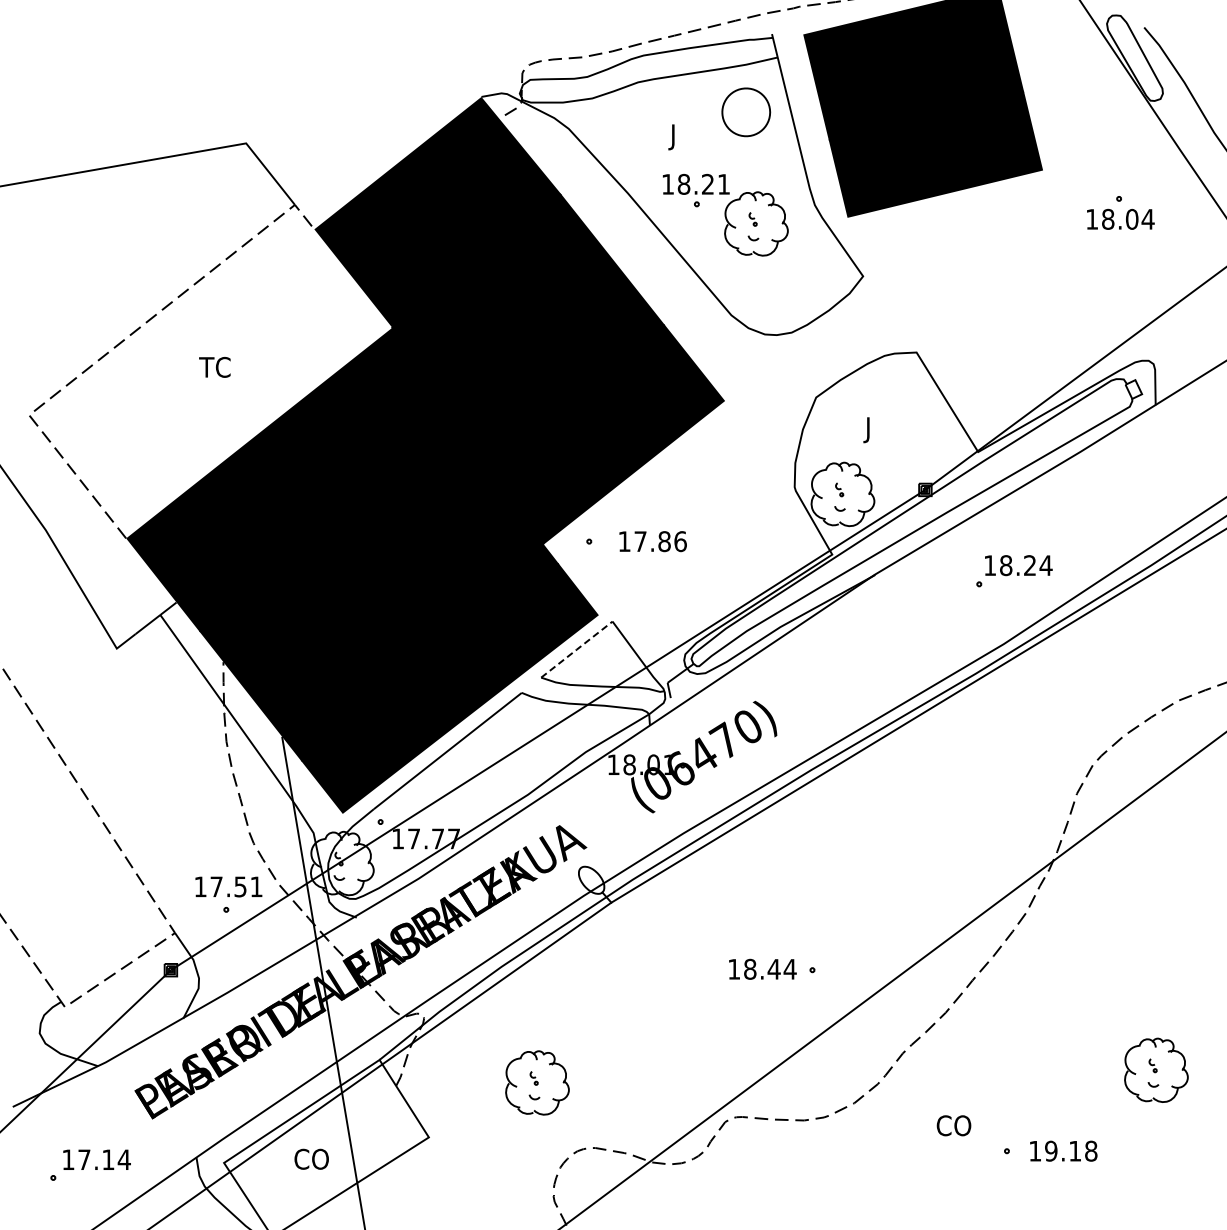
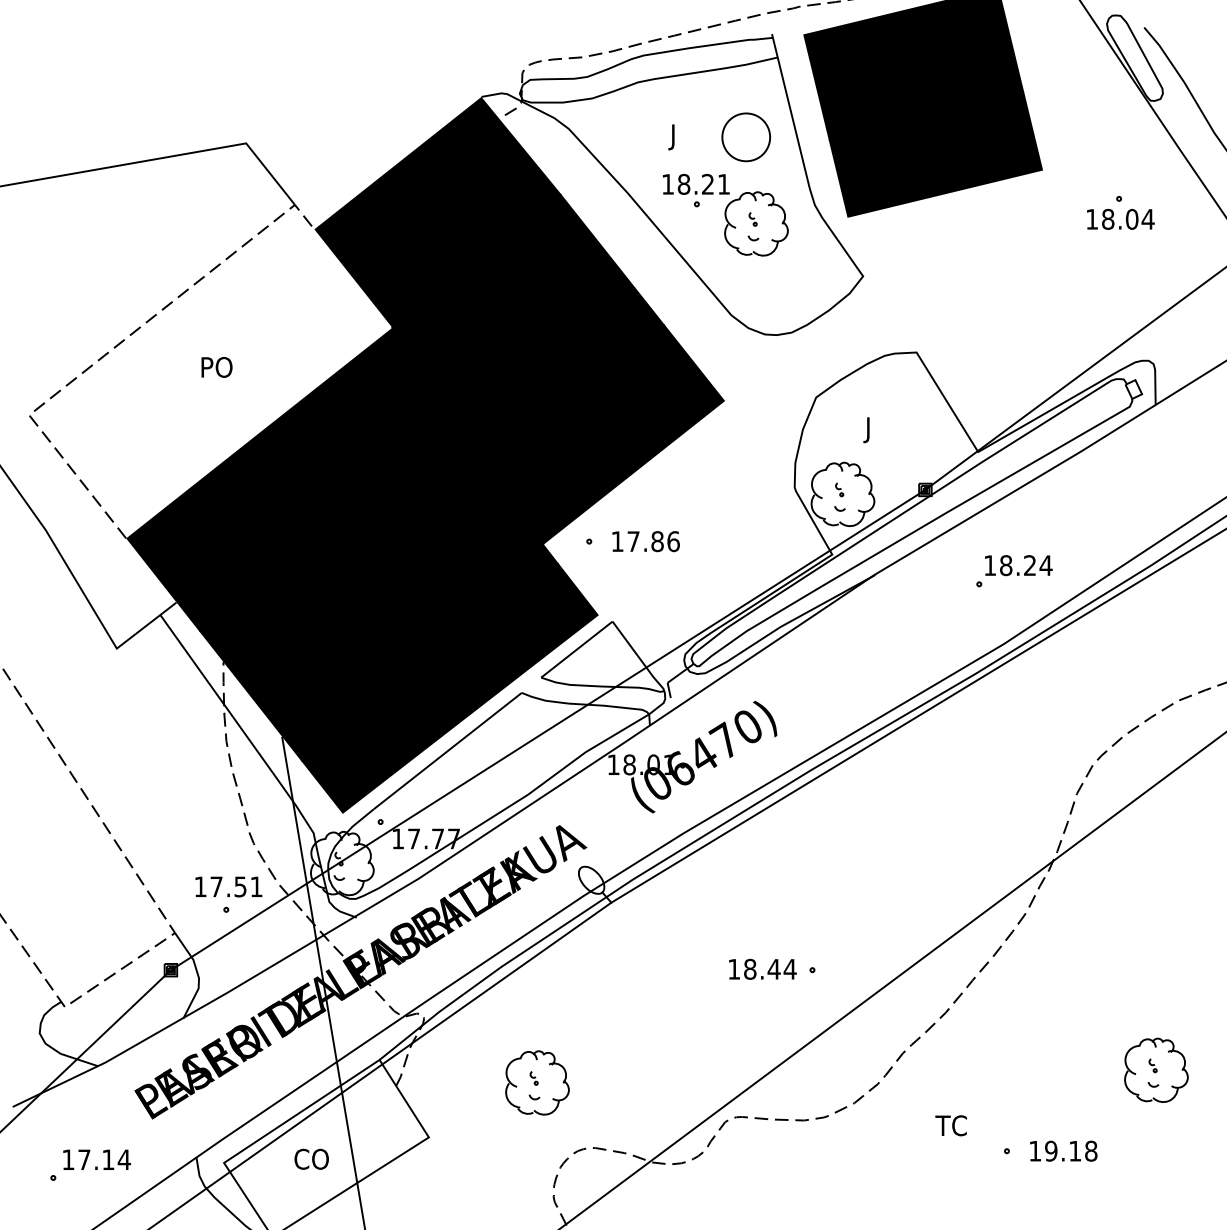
part at (746, 112) position: (746, 112) -> (746, 137)
text at (215, 367): TC -> PO
text at (652, 541) position: (652, 541) -> (645, 541)
line at (576, 649): dashed -> solid
text at (953, 1125): CO -> TC
